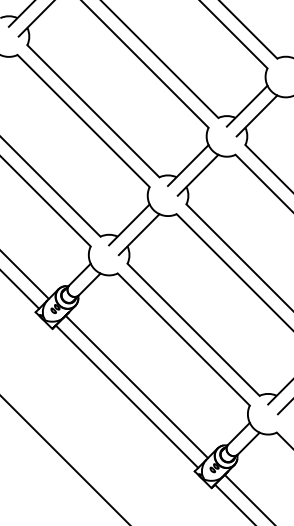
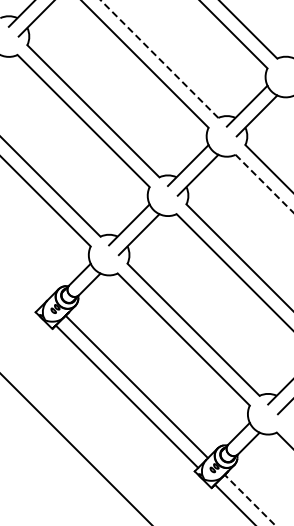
line at (159, 58): solid -> dashed
line at (264, 183): solid -> dashed
line at (25, 275): present -> none
line at (20, 289): present -> none
line at (64, 459) position: (64, 459) -> (75, 448)
line at (250, 500): solid -> dashed
